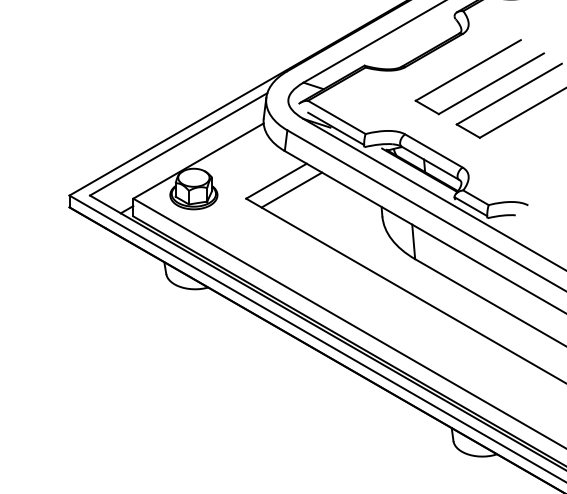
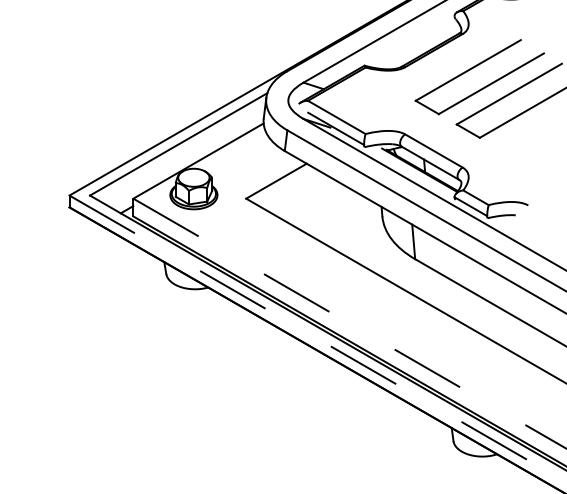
line at (291, 189): present -> none
line at (349, 323): solid -> dashed
line at (317, 339): solid -> dashed
